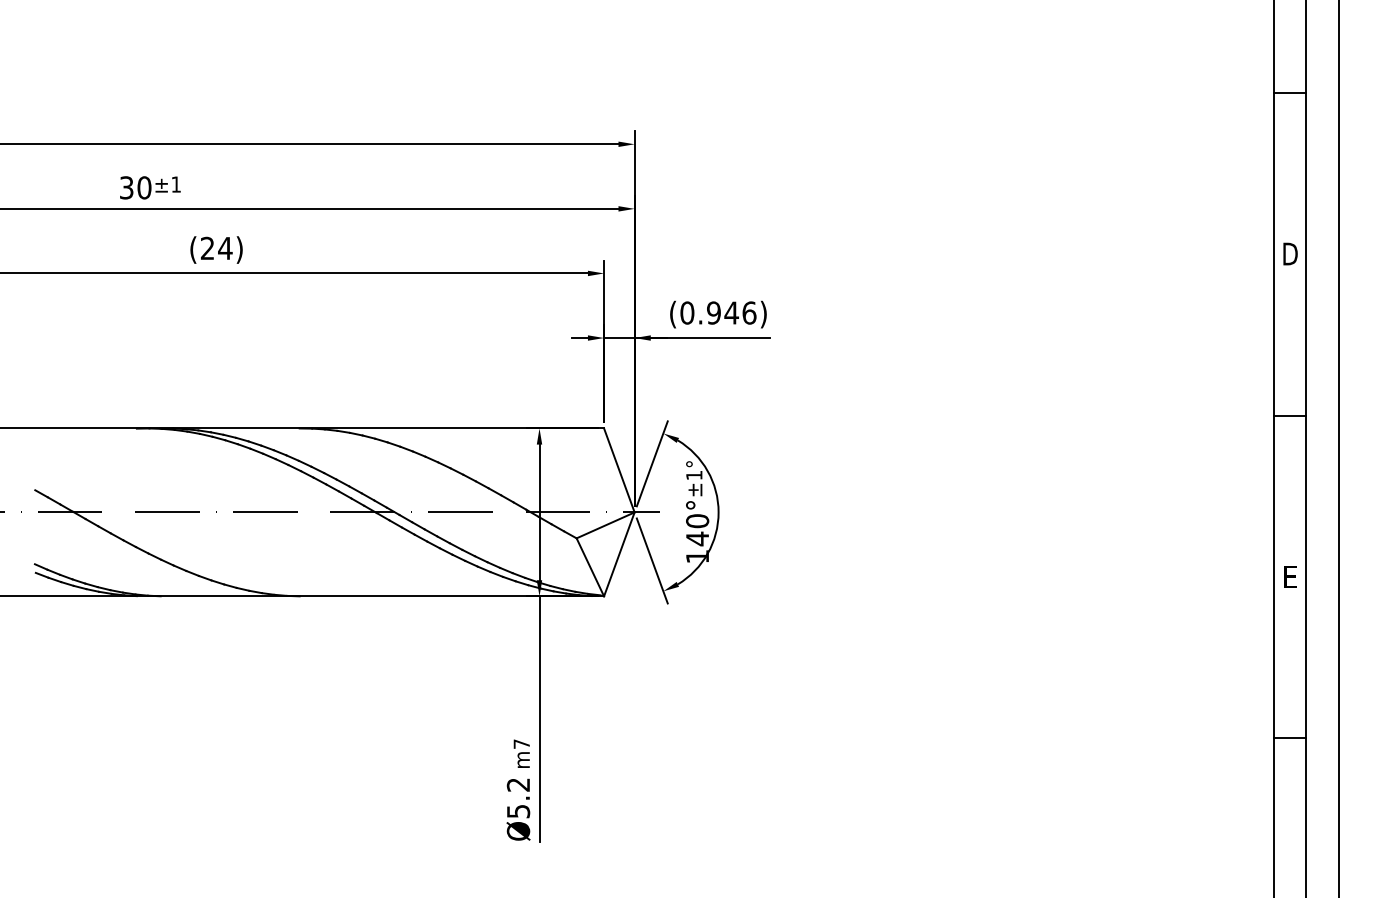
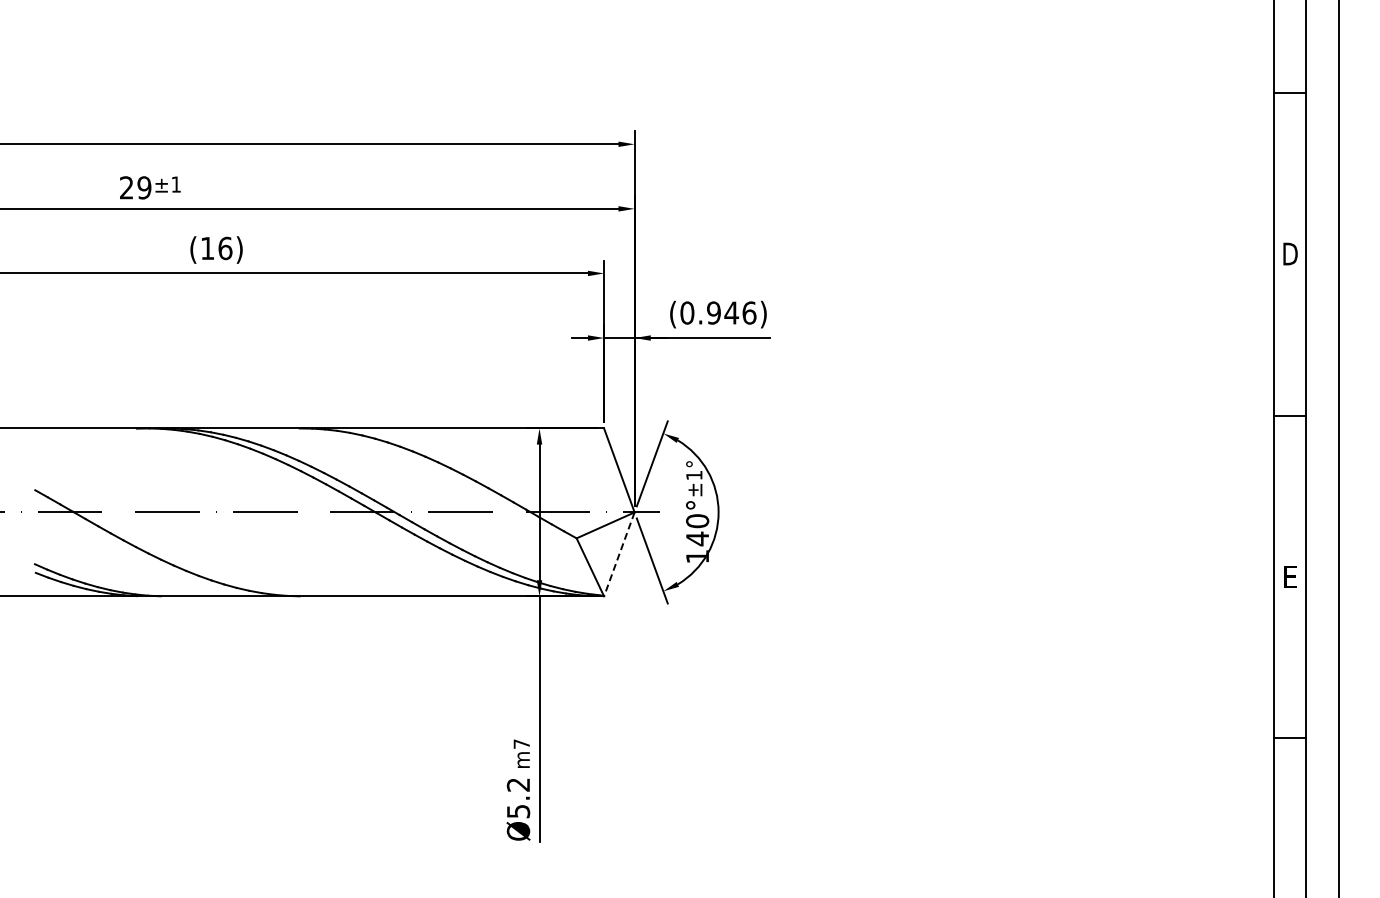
text at (135, 187): 30 -> 29
text at (216, 248): (24) -> (16)
line at (619, 554): solid -> dashed
